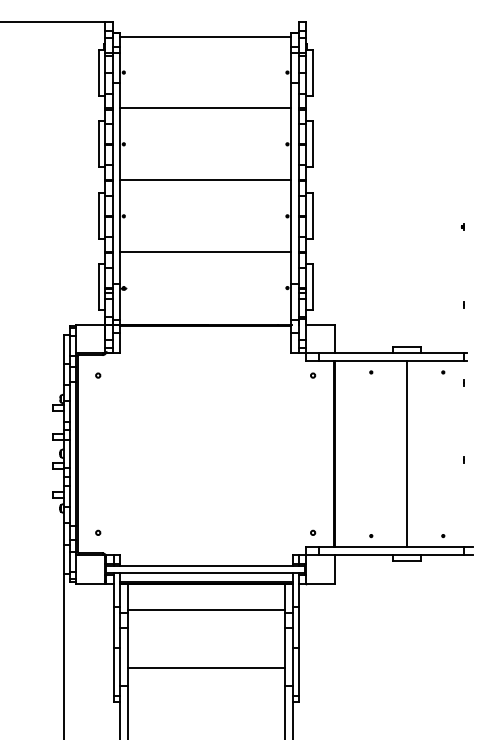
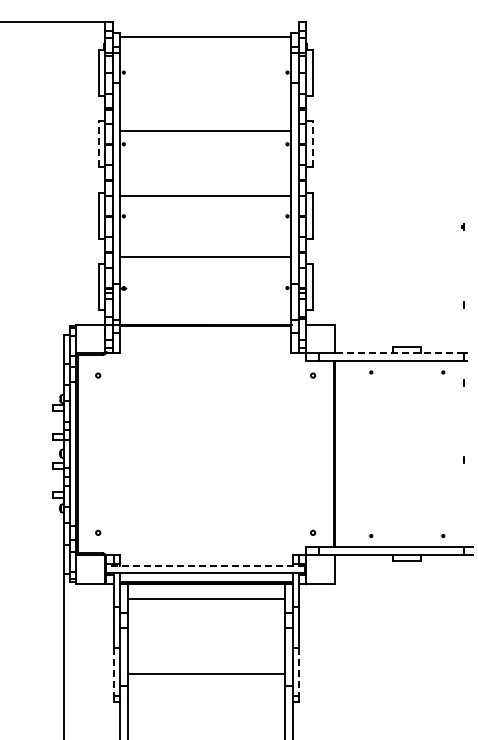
line at (205, 108) position: (205, 108) -> (205, 131)
line at (98, 143): solid -> dashed
line at (312, 143): solid -> dashed
line at (205, 180) position: (205, 180) -> (205, 196)
line at (205, 252) position: (205, 252) -> (205, 257)
line at (398, 353): solid -> dashed
line at (407, 454): present -> none
line at (205, 565): solid -> dashed
line at (205, 609) position: (205, 609) -> (205, 598)
line at (205, 667) position: (205, 667) -> (205, 673)
line at (113, 672): solid -> dashed
line at (298, 672): solid -> dashed
